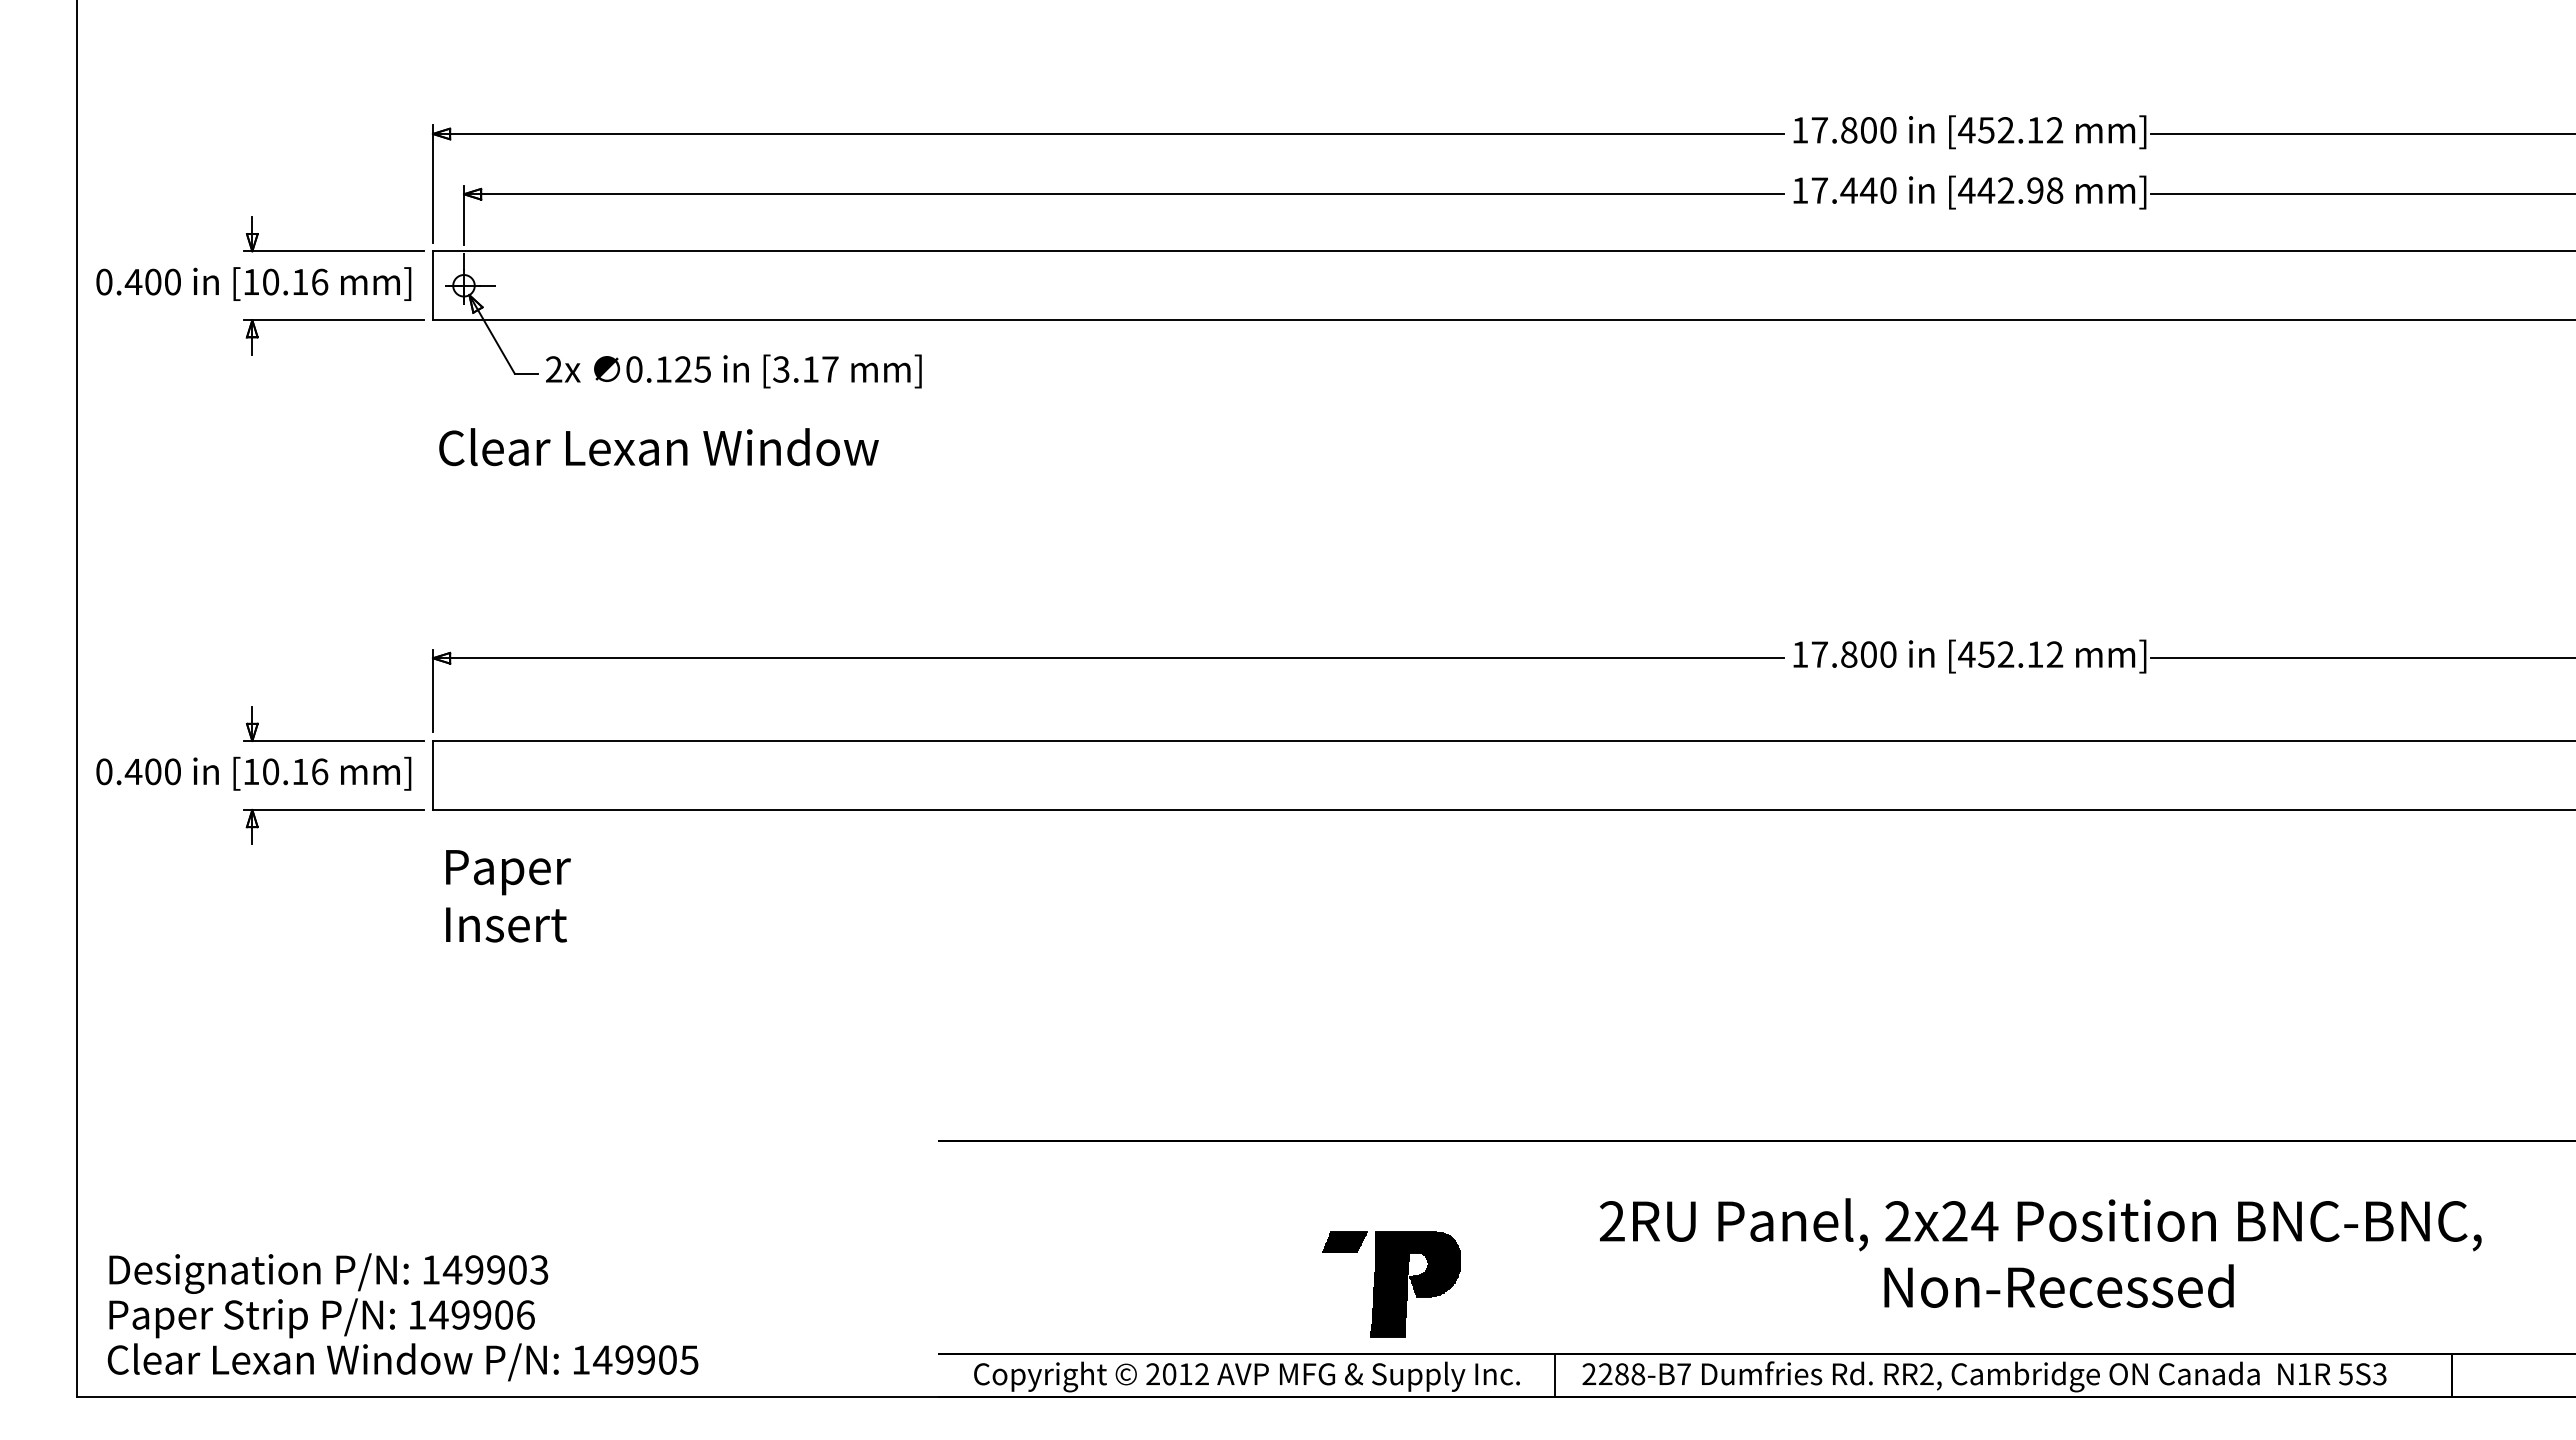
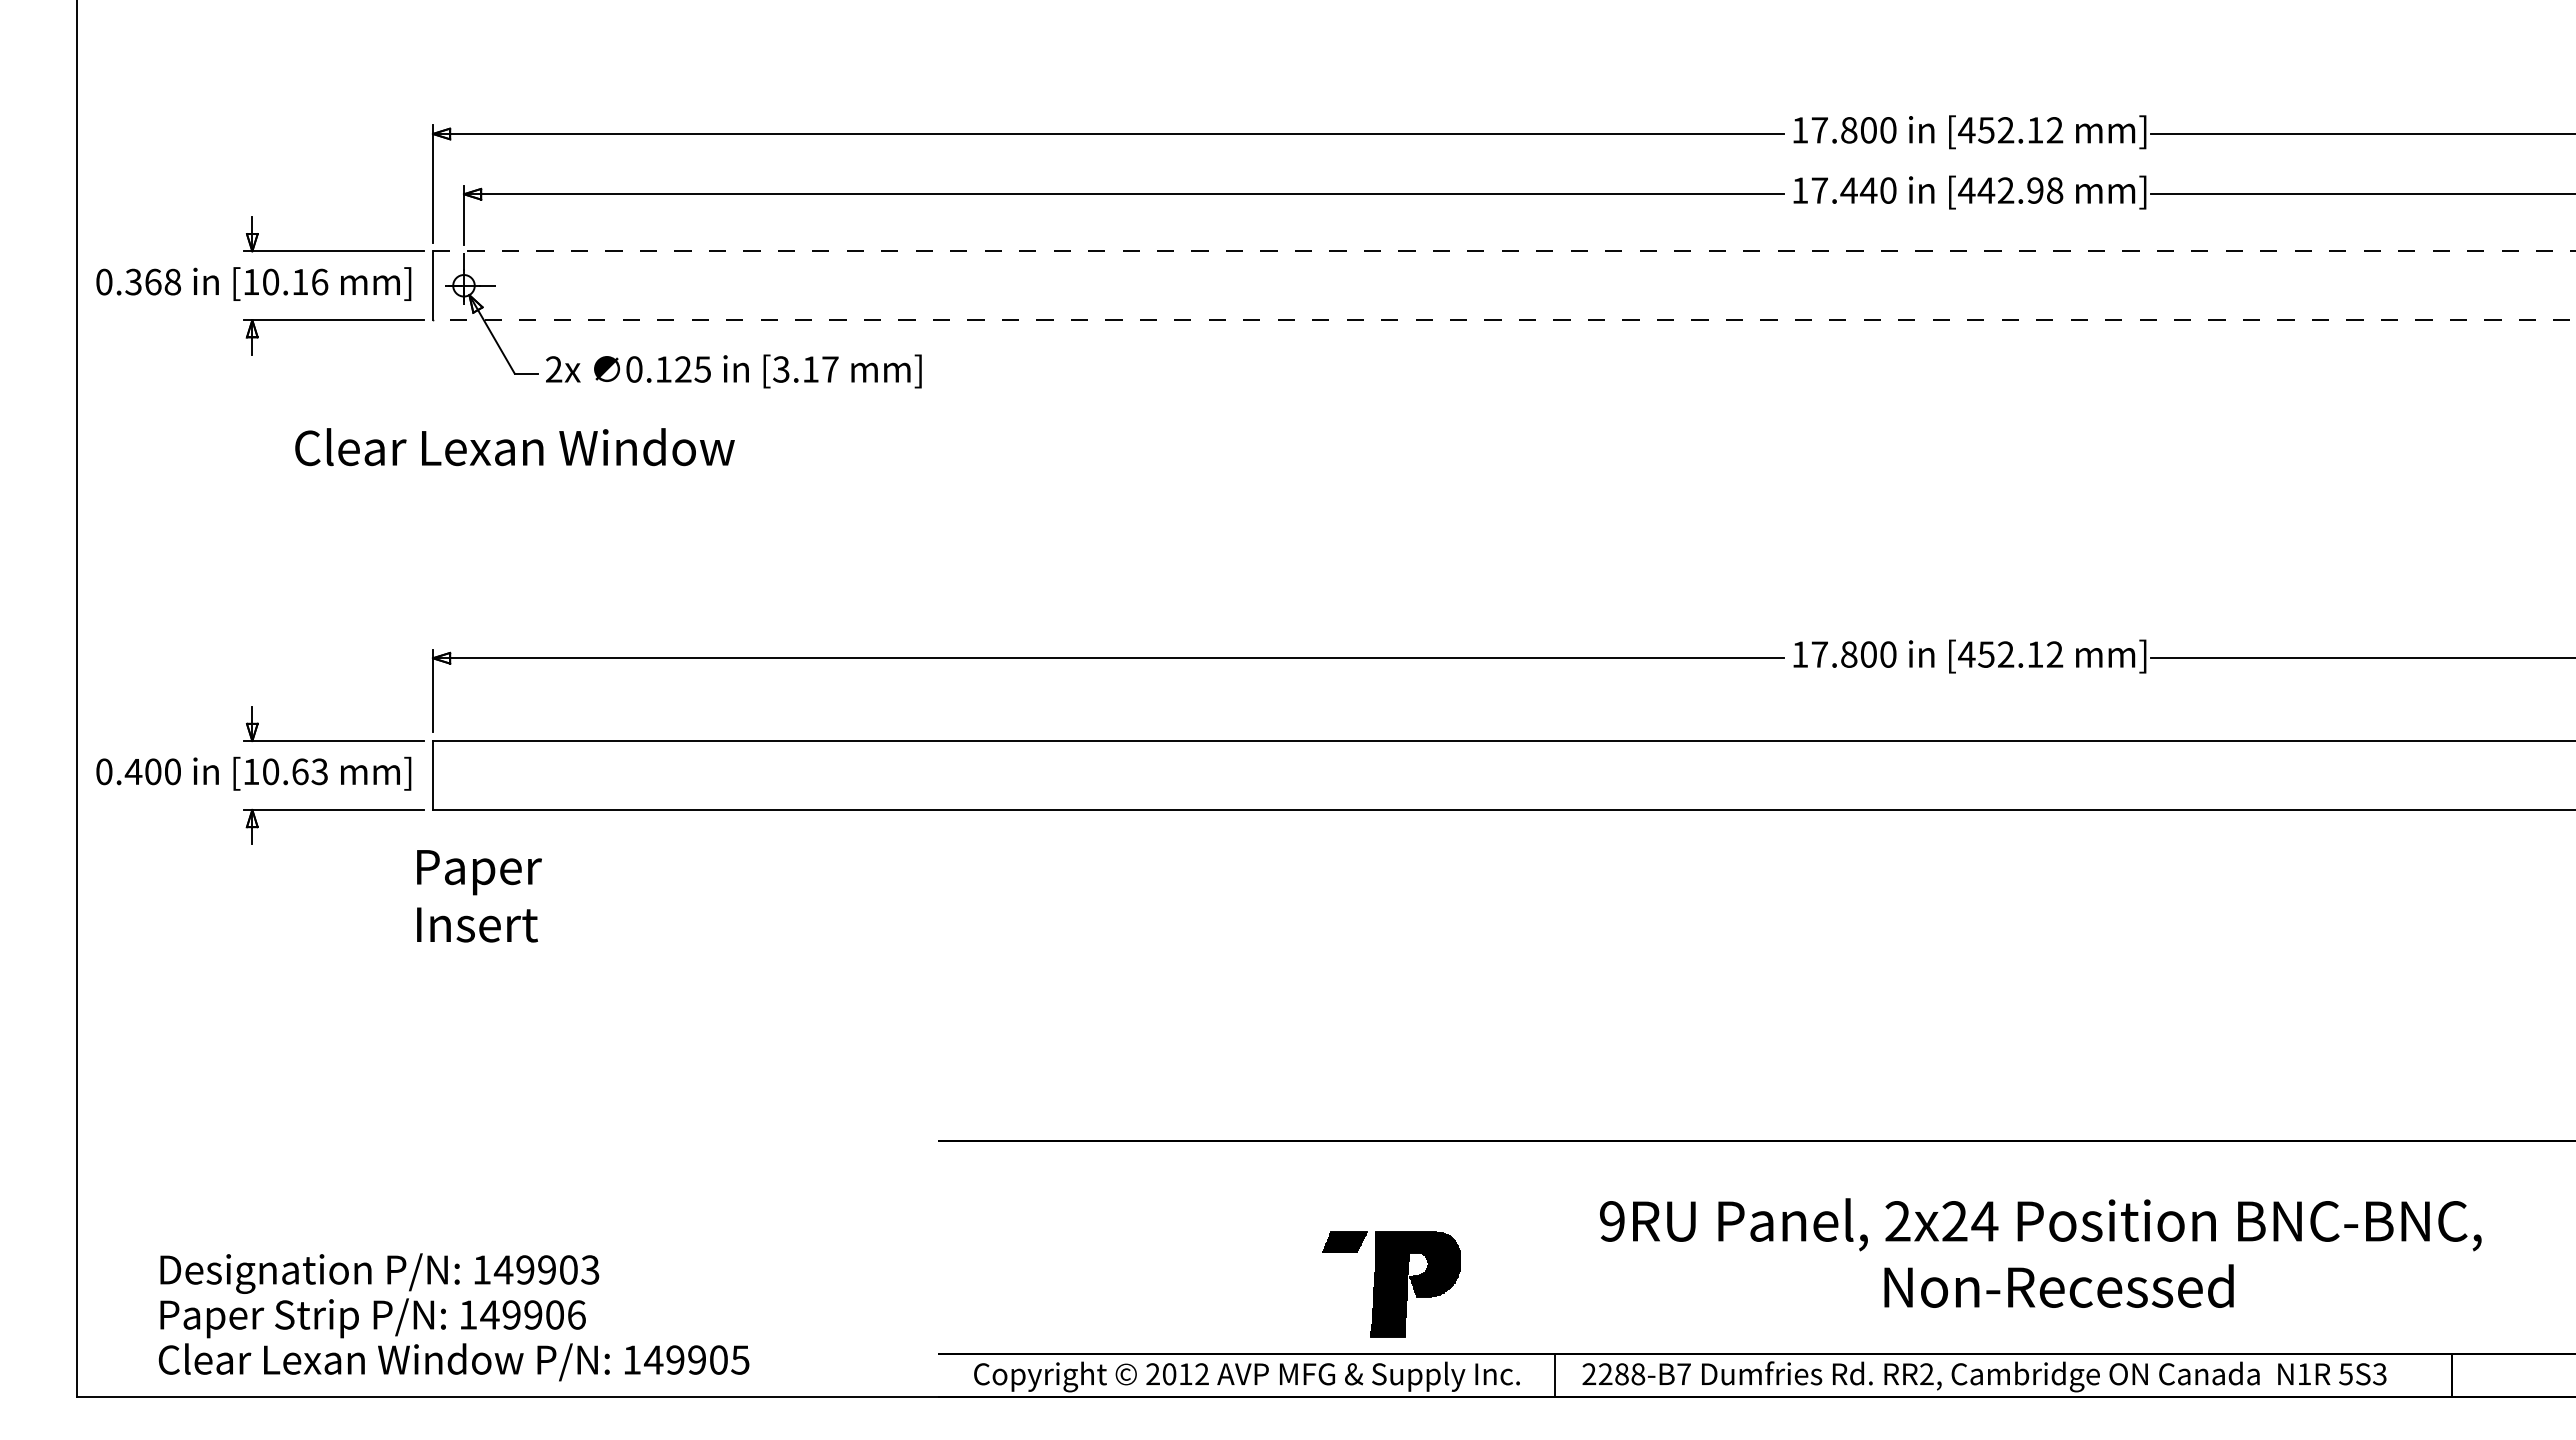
line at (1504, 251): solid -> dashed
text at (152, 281): 0.400 -> 0.368
line at (1503, 320): solid -> dashed
text at (658, 447) position: (658, 447) -> (514, 447)
text at (310, 771): [10.16 -> [10.63
text at (508, 896) position: (508, 896) -> (479, 896)
text at (1612, 1221): 2RU -> 9RU
text at (402, 1317) position: (402, 1317) -> (453, 1317)
